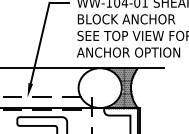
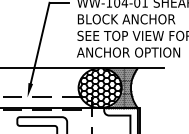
hatch at (99, 88): none -> present
